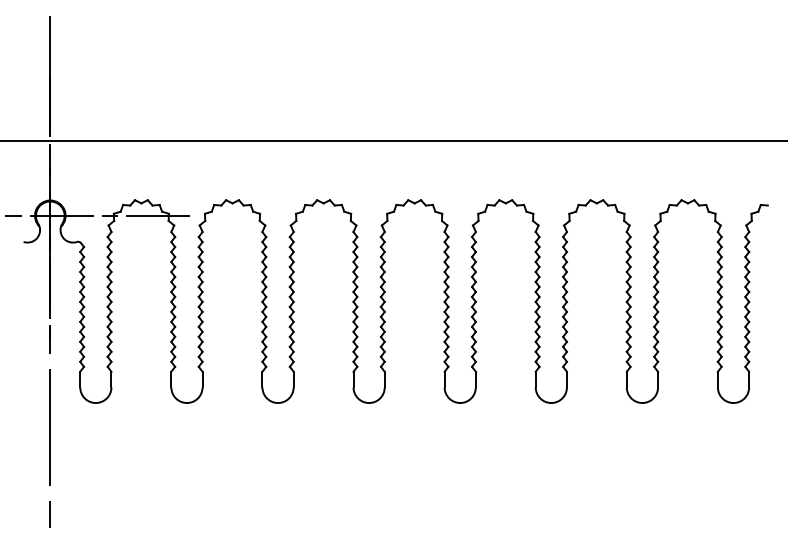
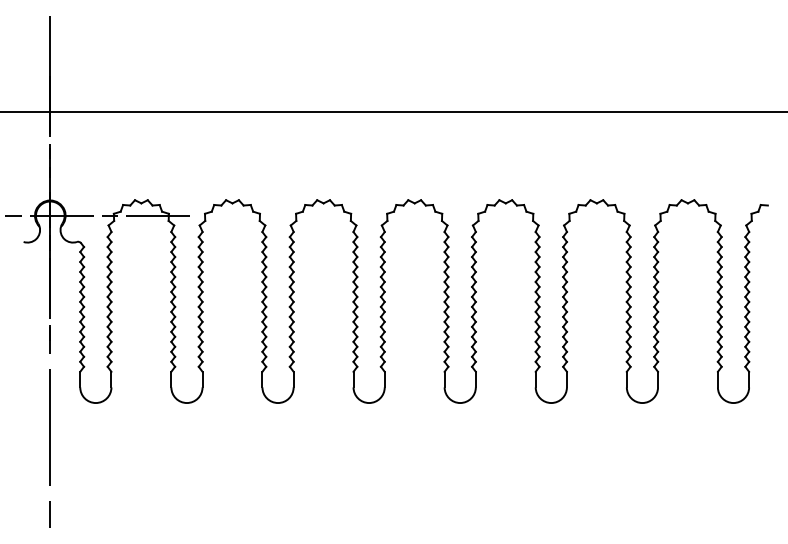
line at (393, 140) position: (393, 140) -> (393, 111)
